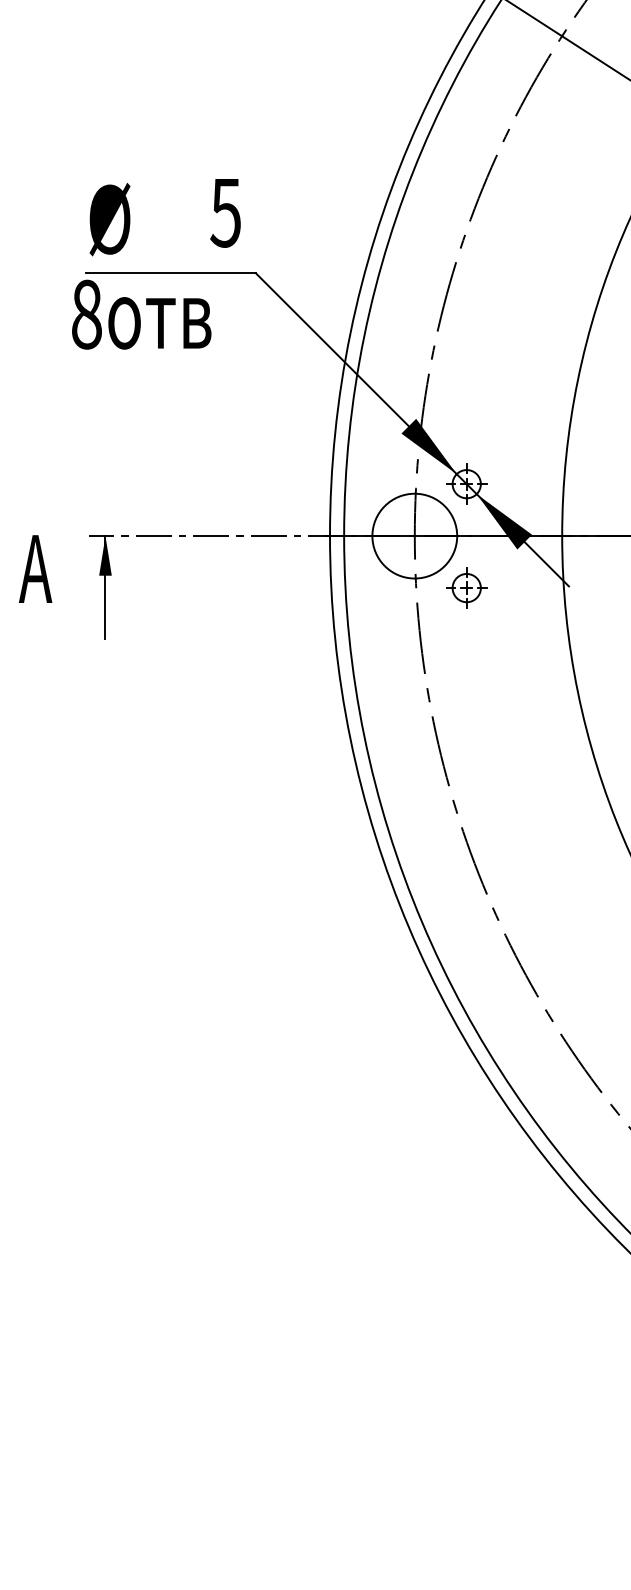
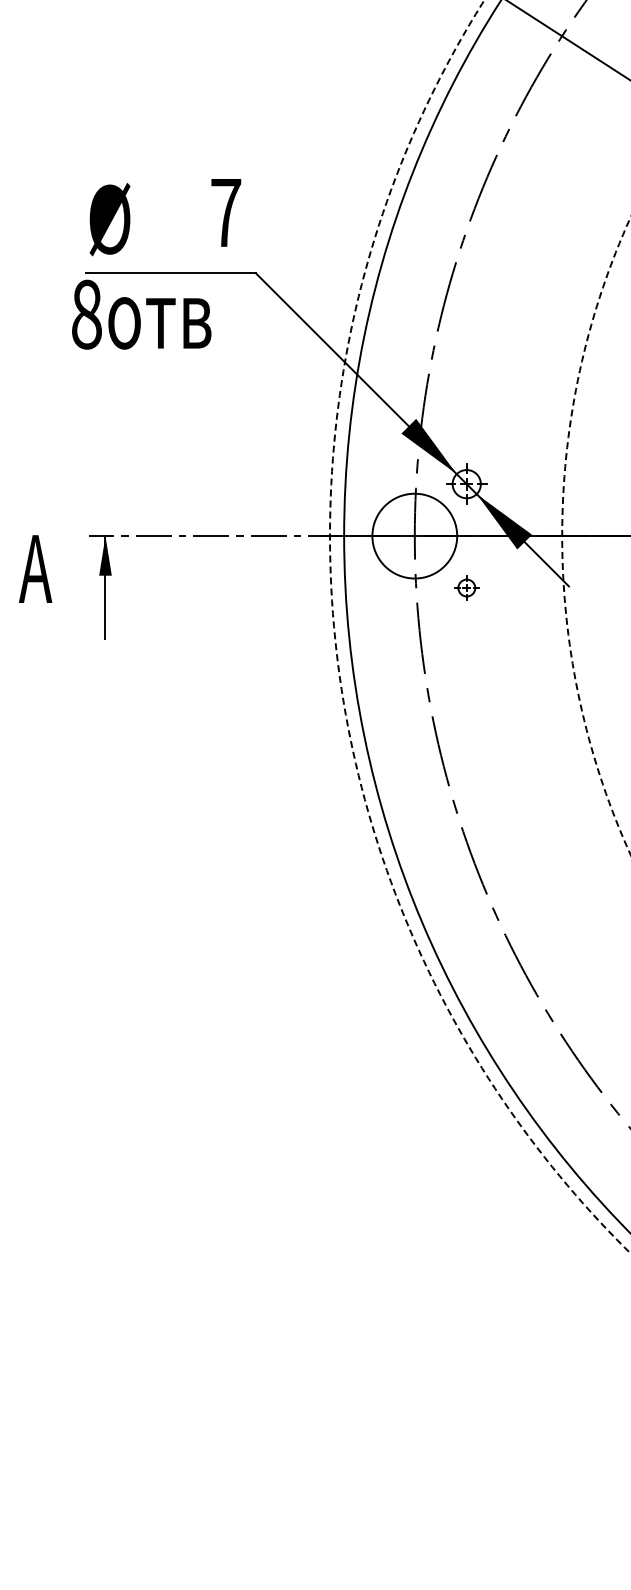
text at (225, 213): 5 -> 7
circle at (596, 535): solid -> dashed
part at (466, 587) size: 42x42 px -> 26x26 px
circle at (480, 626): solid -> dashed
